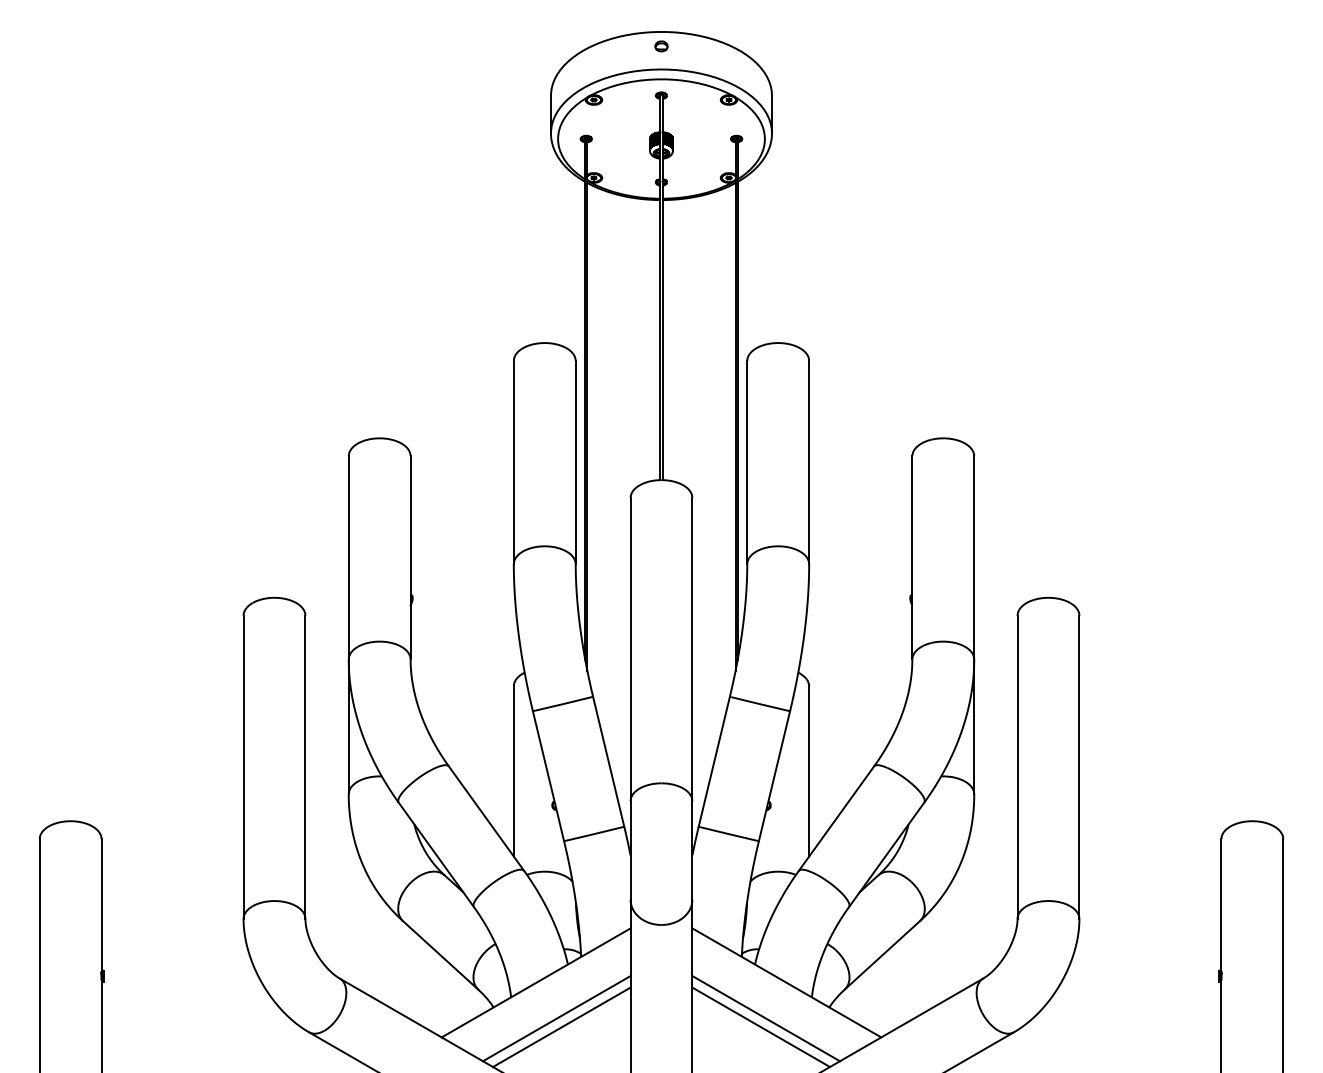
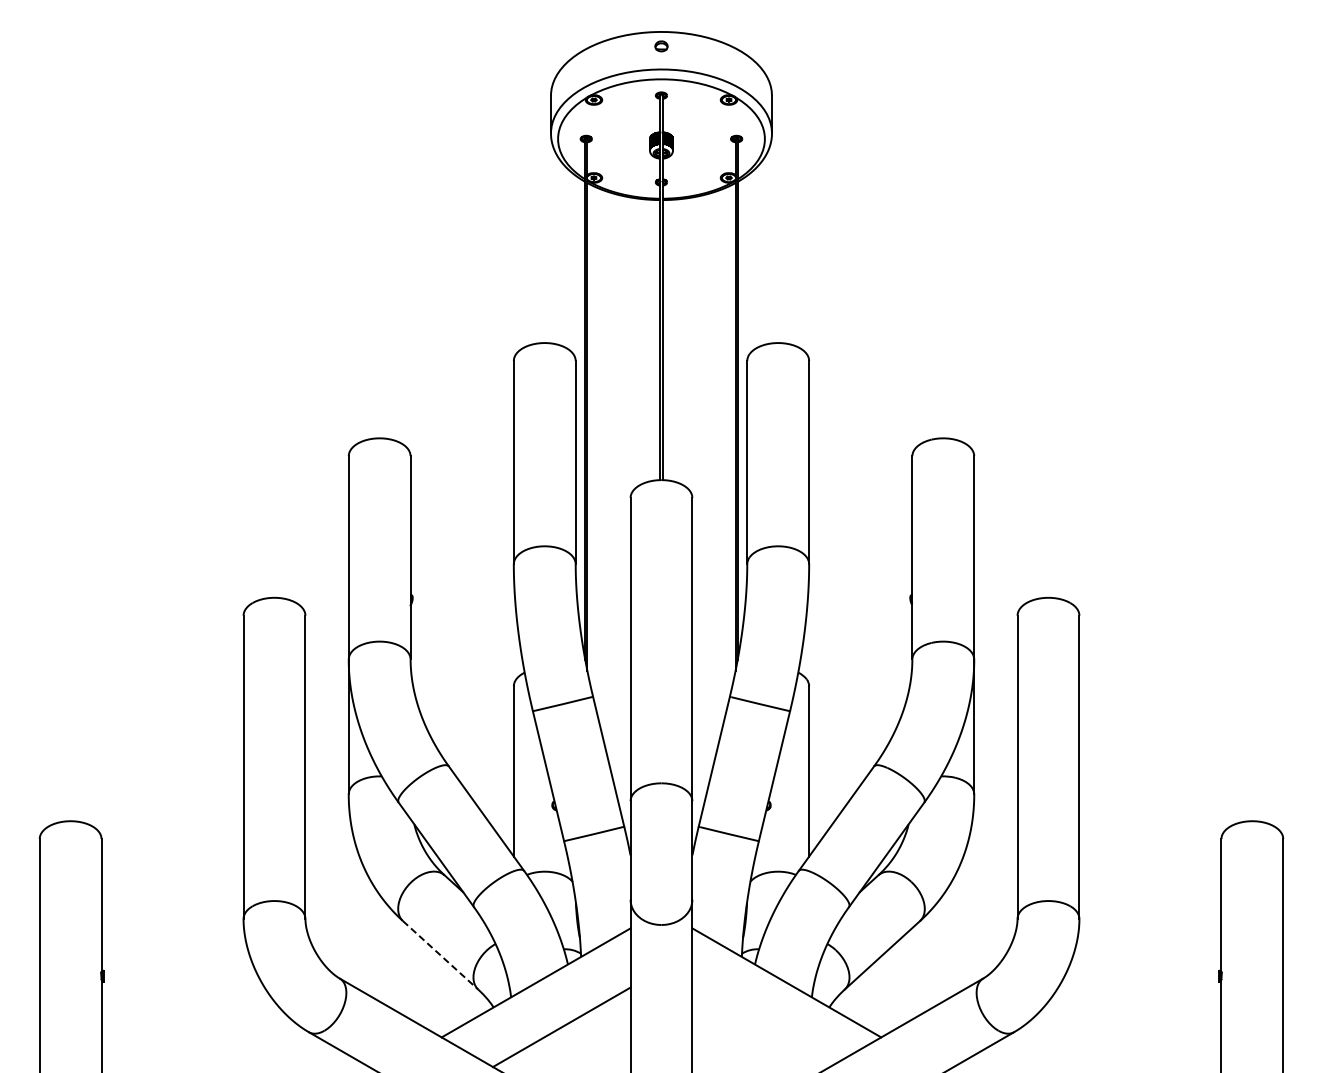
line at (440, 955): solid -> dashed
line at (556, 1018): present -> none
line at (766, 1018): present -> none
line at (760, 1027): present -> none
